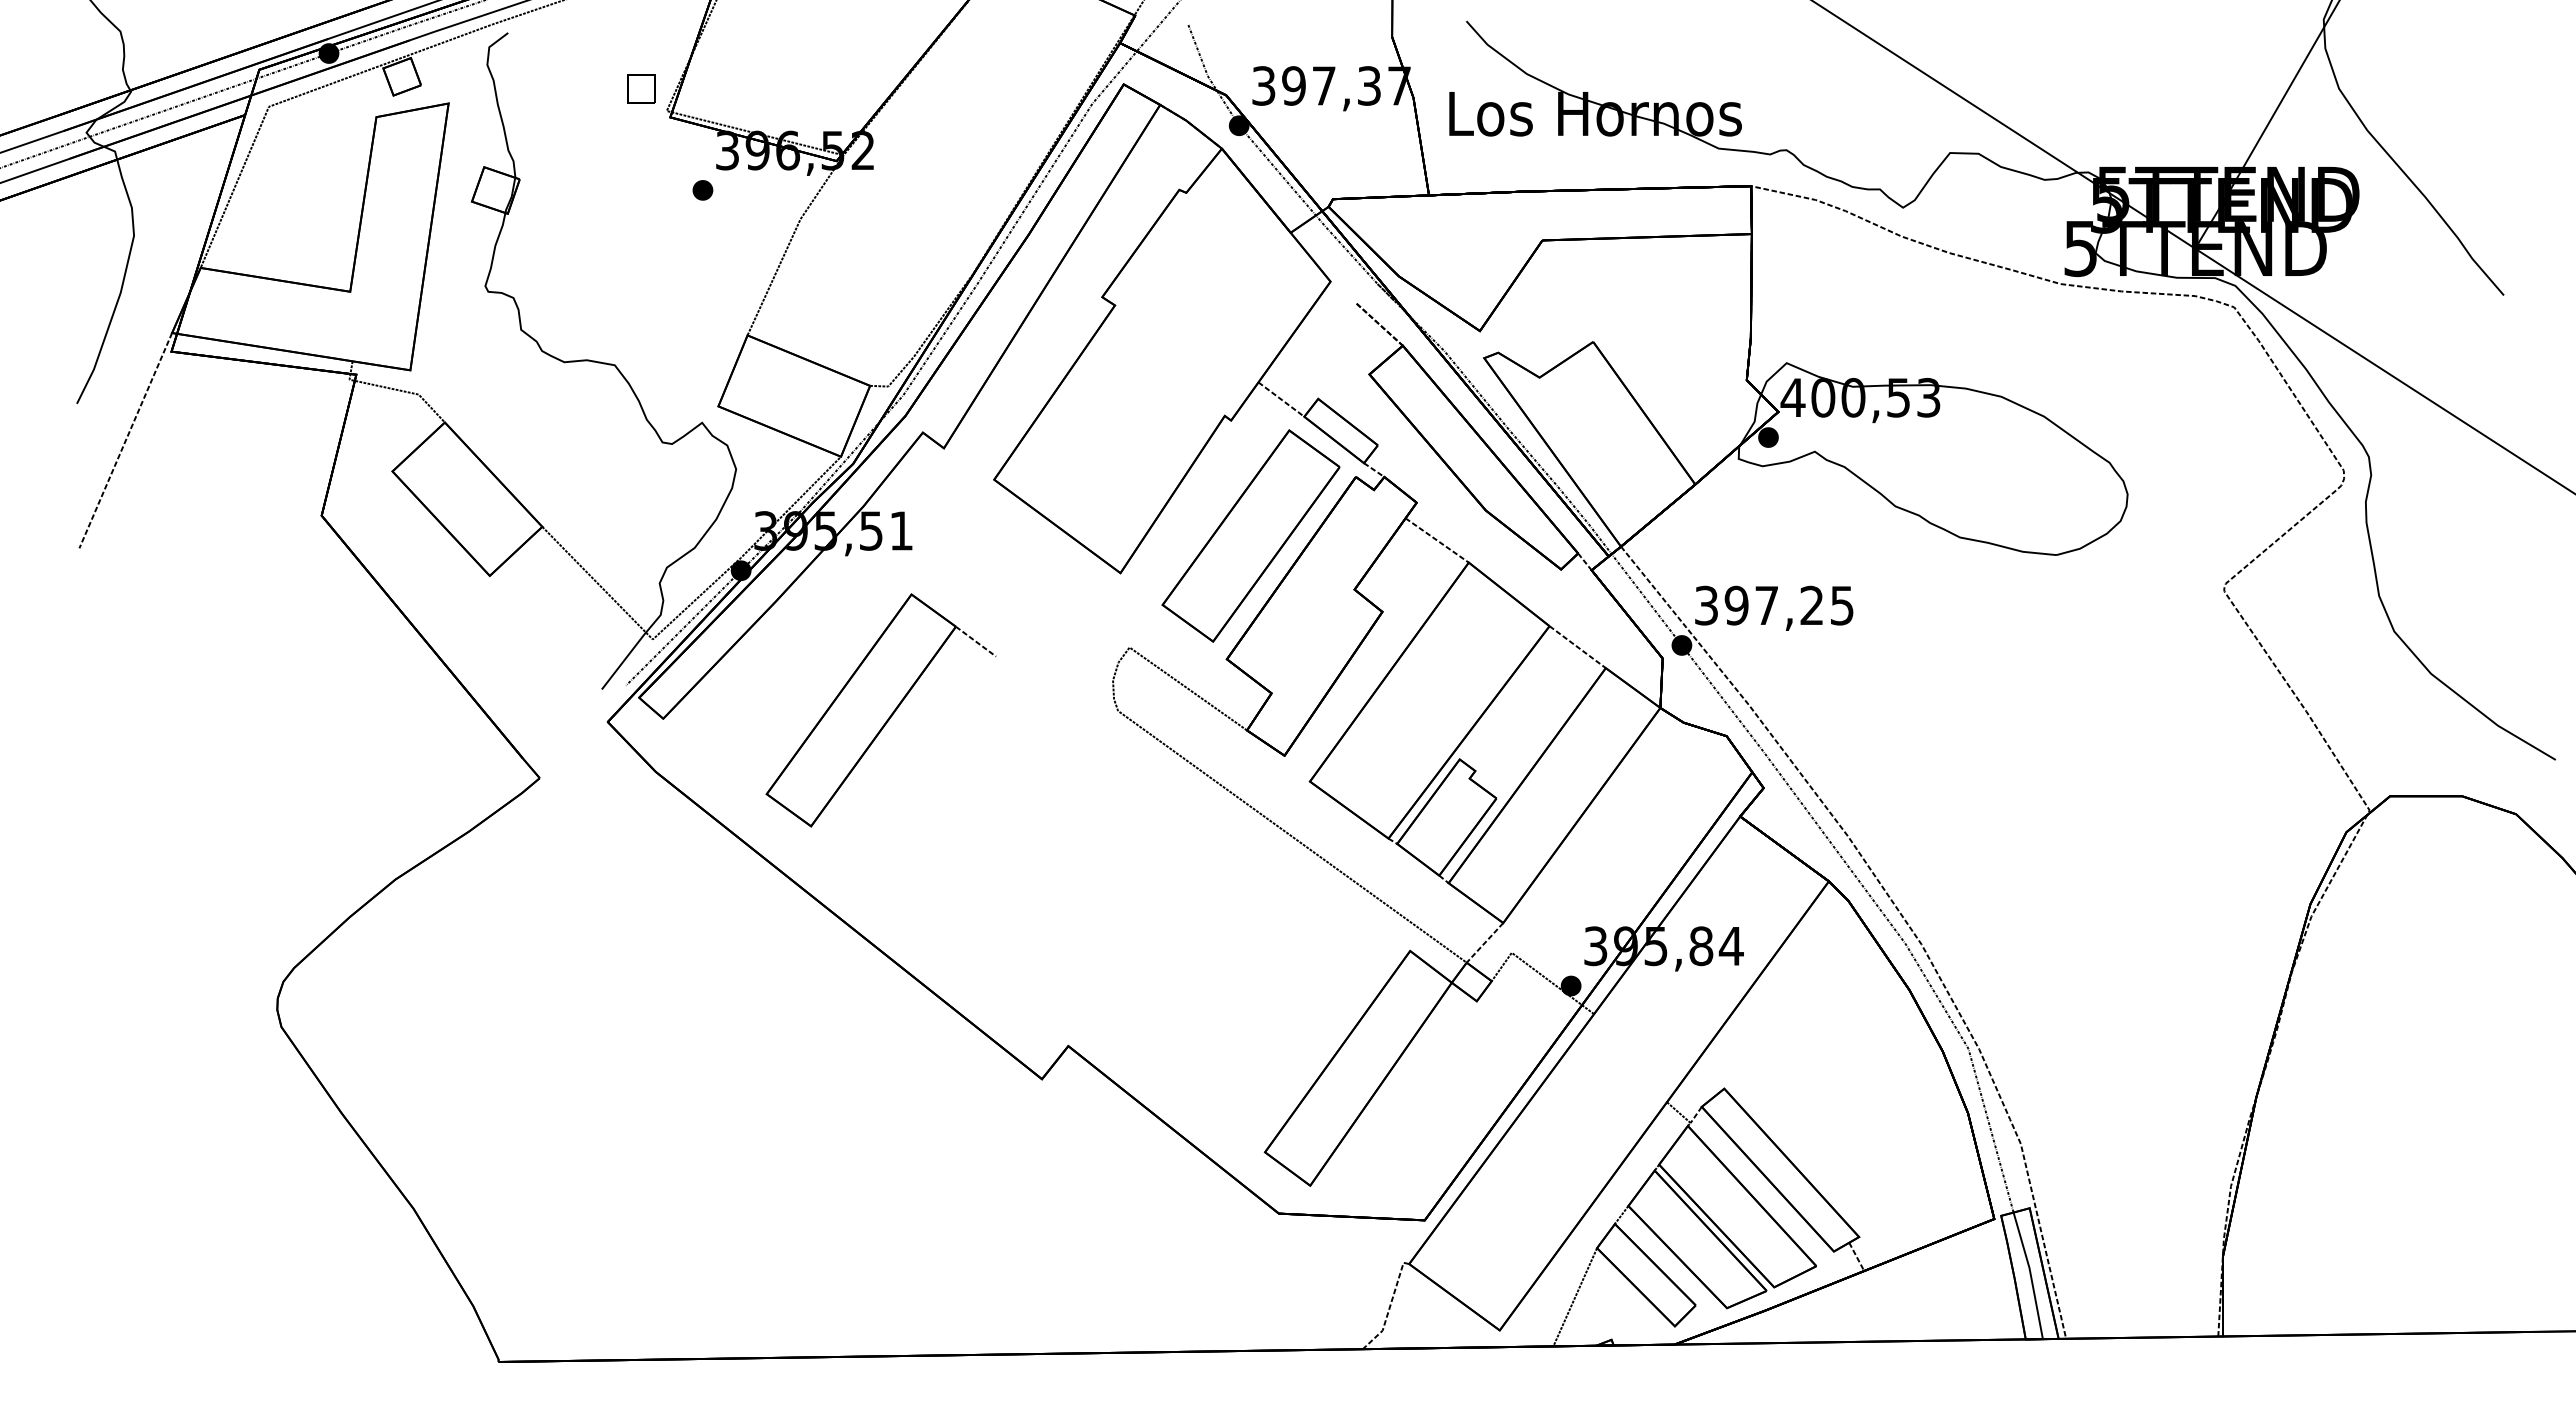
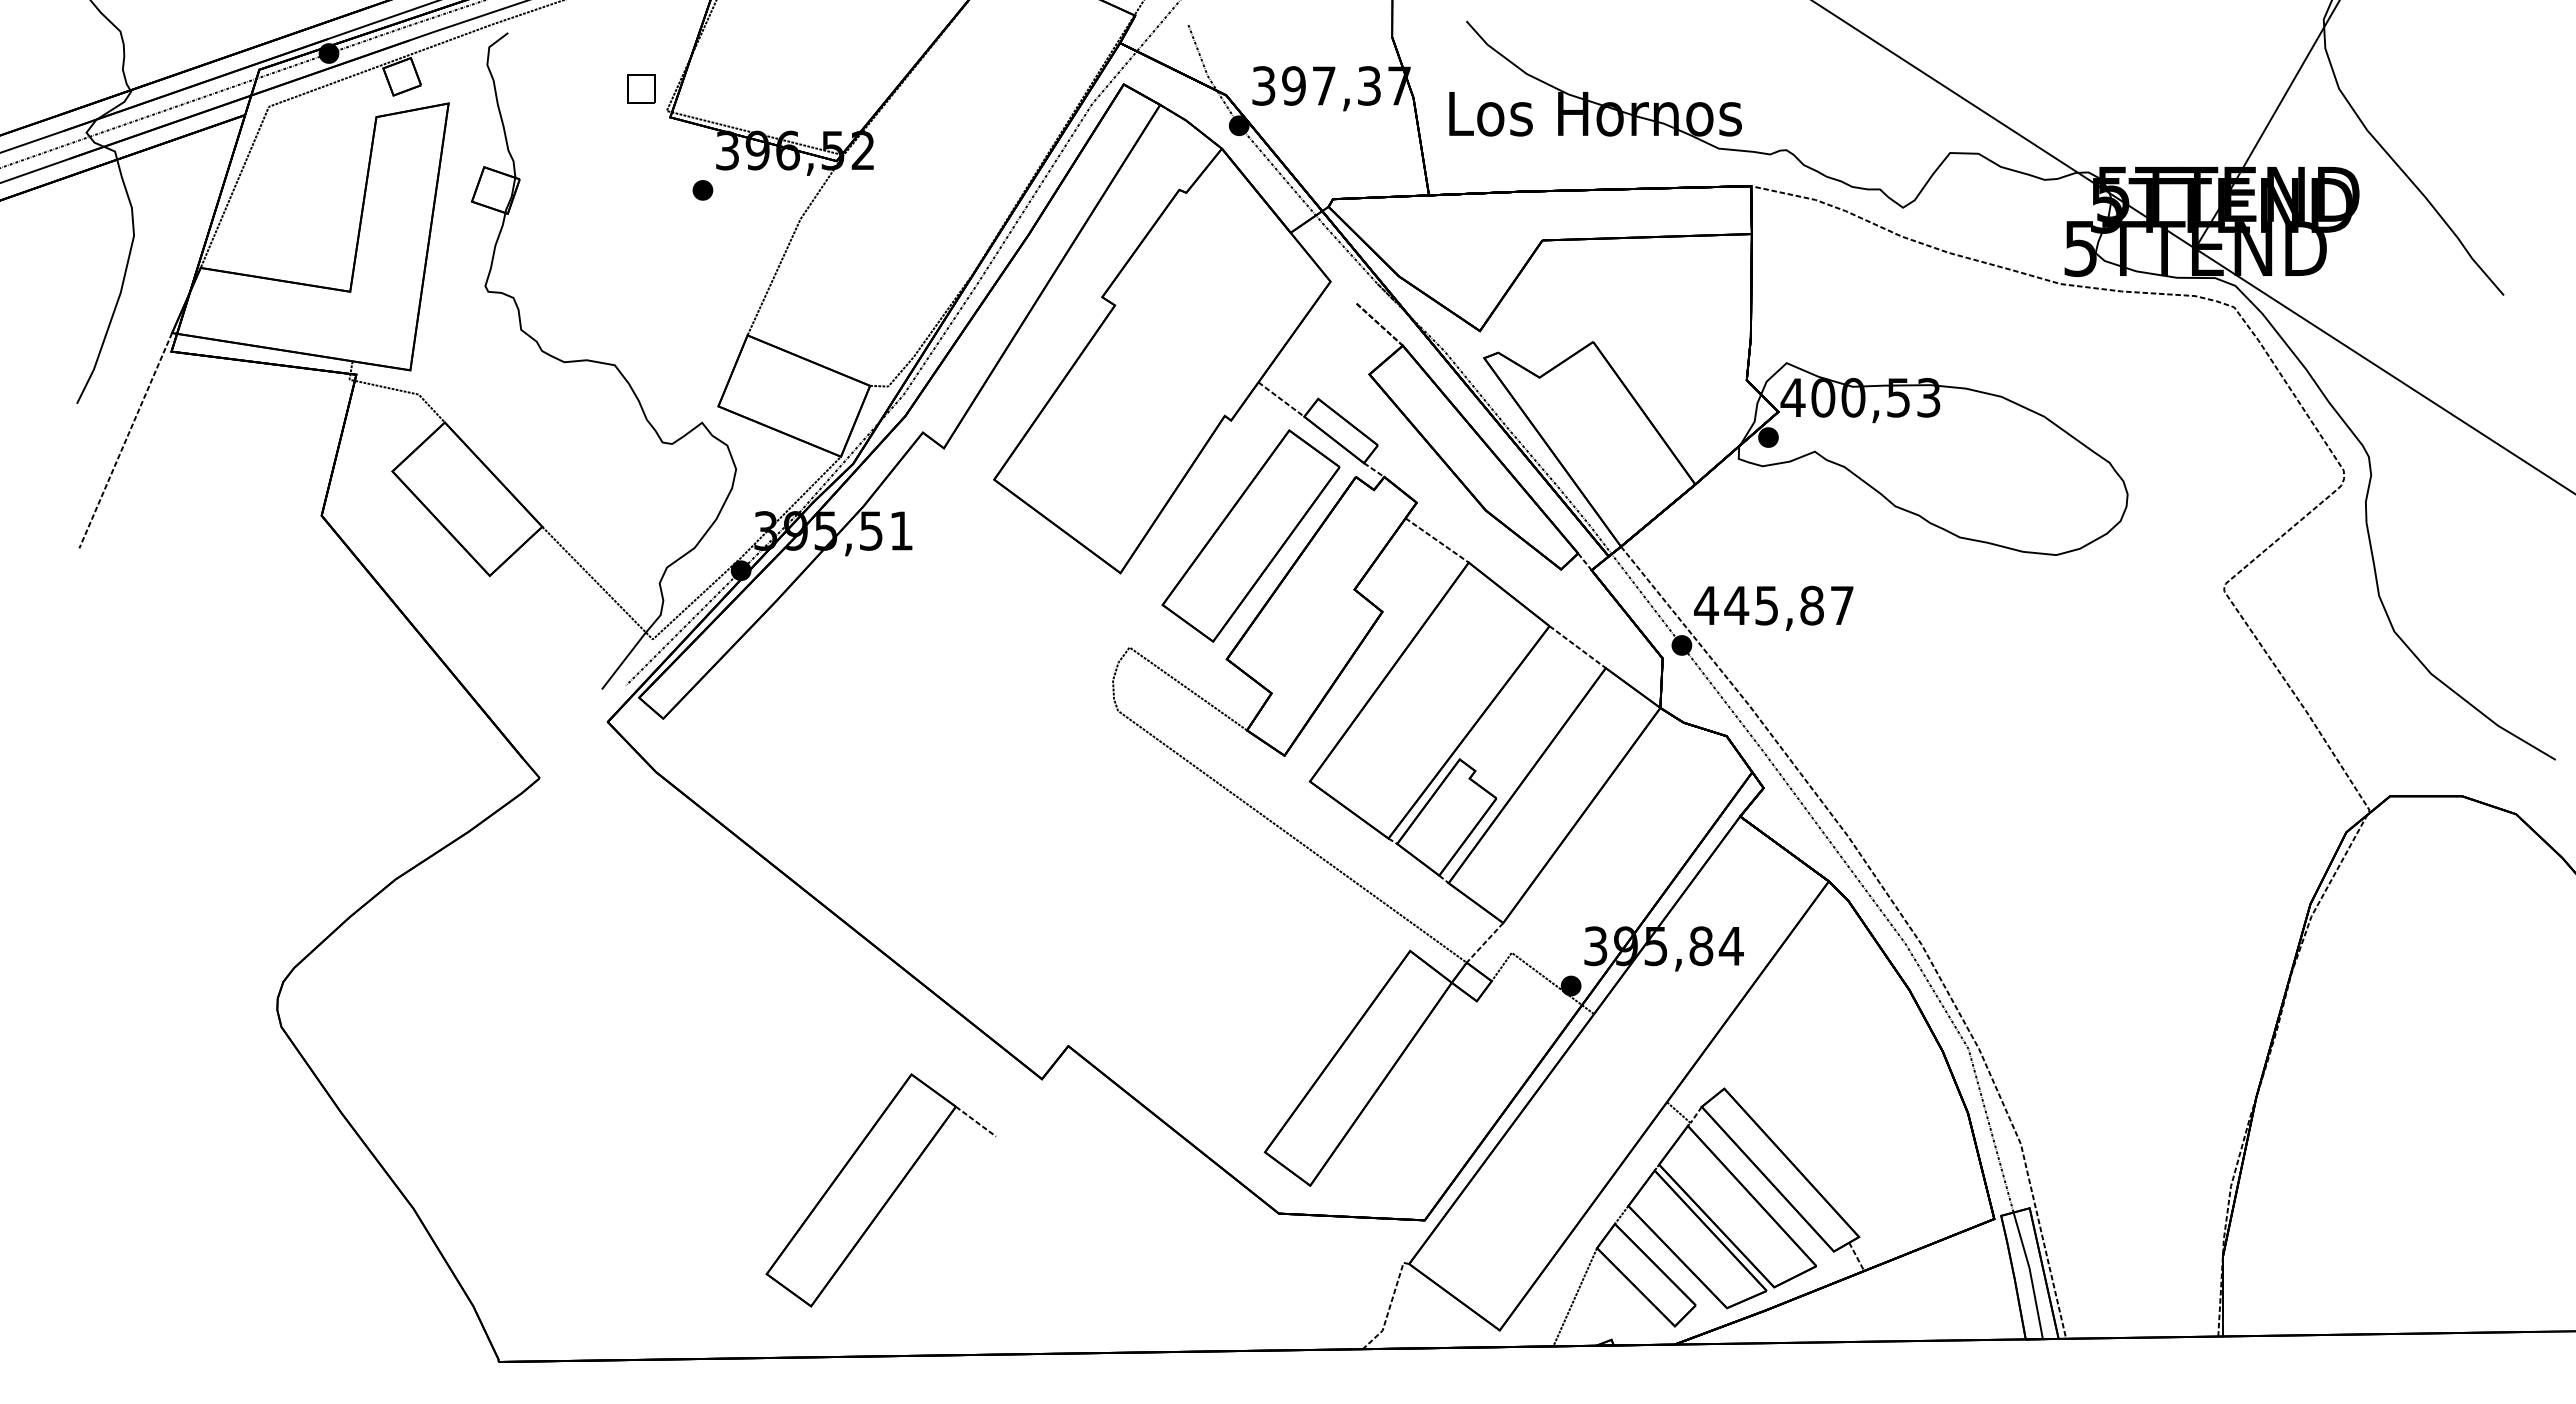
text at (1773, 605): 397,25 -> 445,87
part at (880, 710) position: (880, 710) -> (880, 1190)
